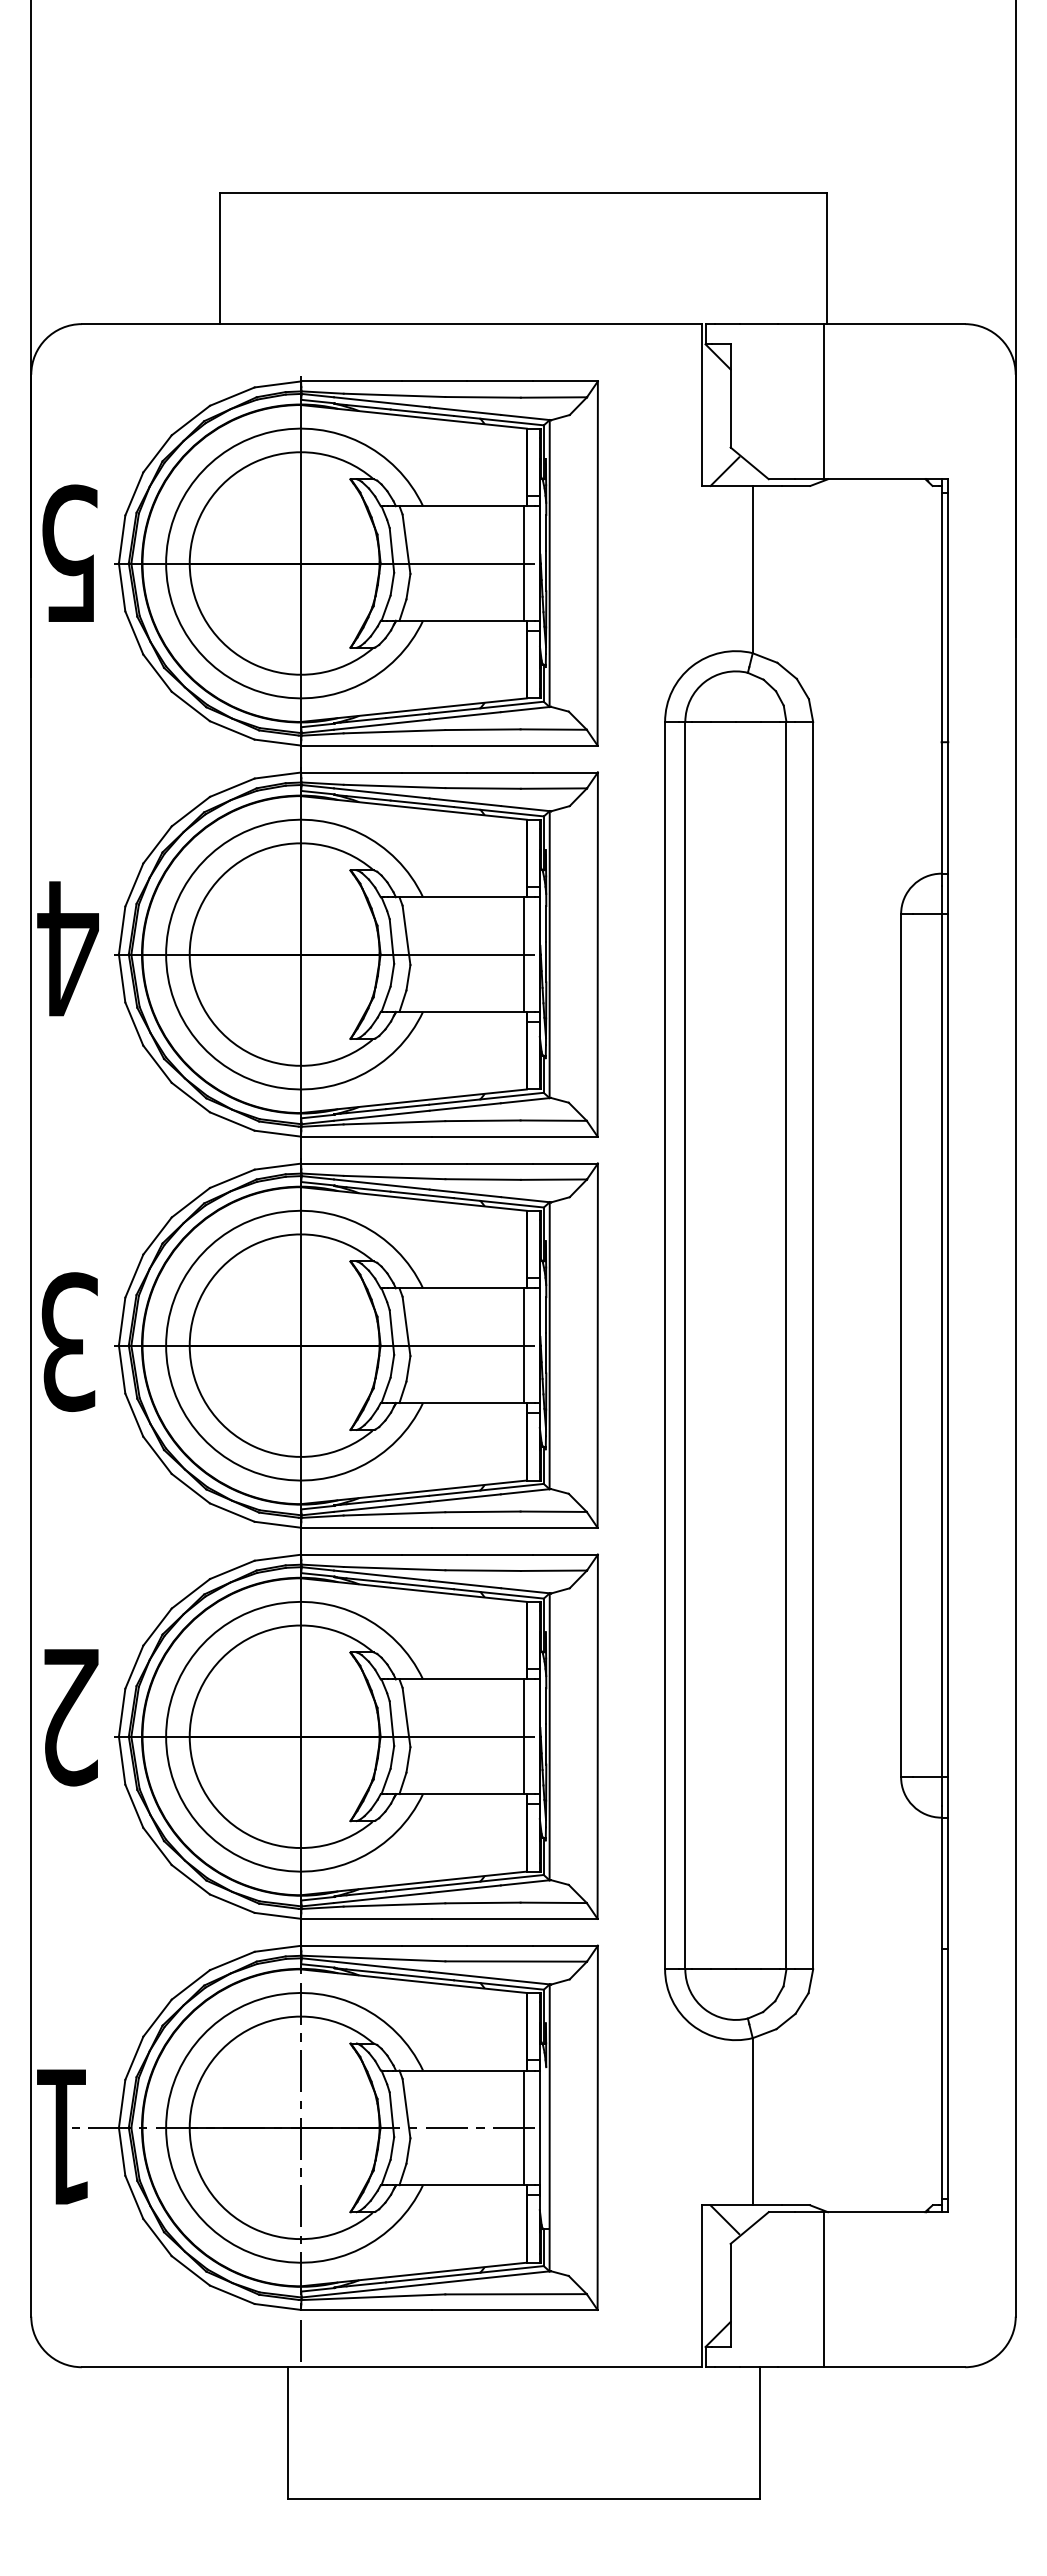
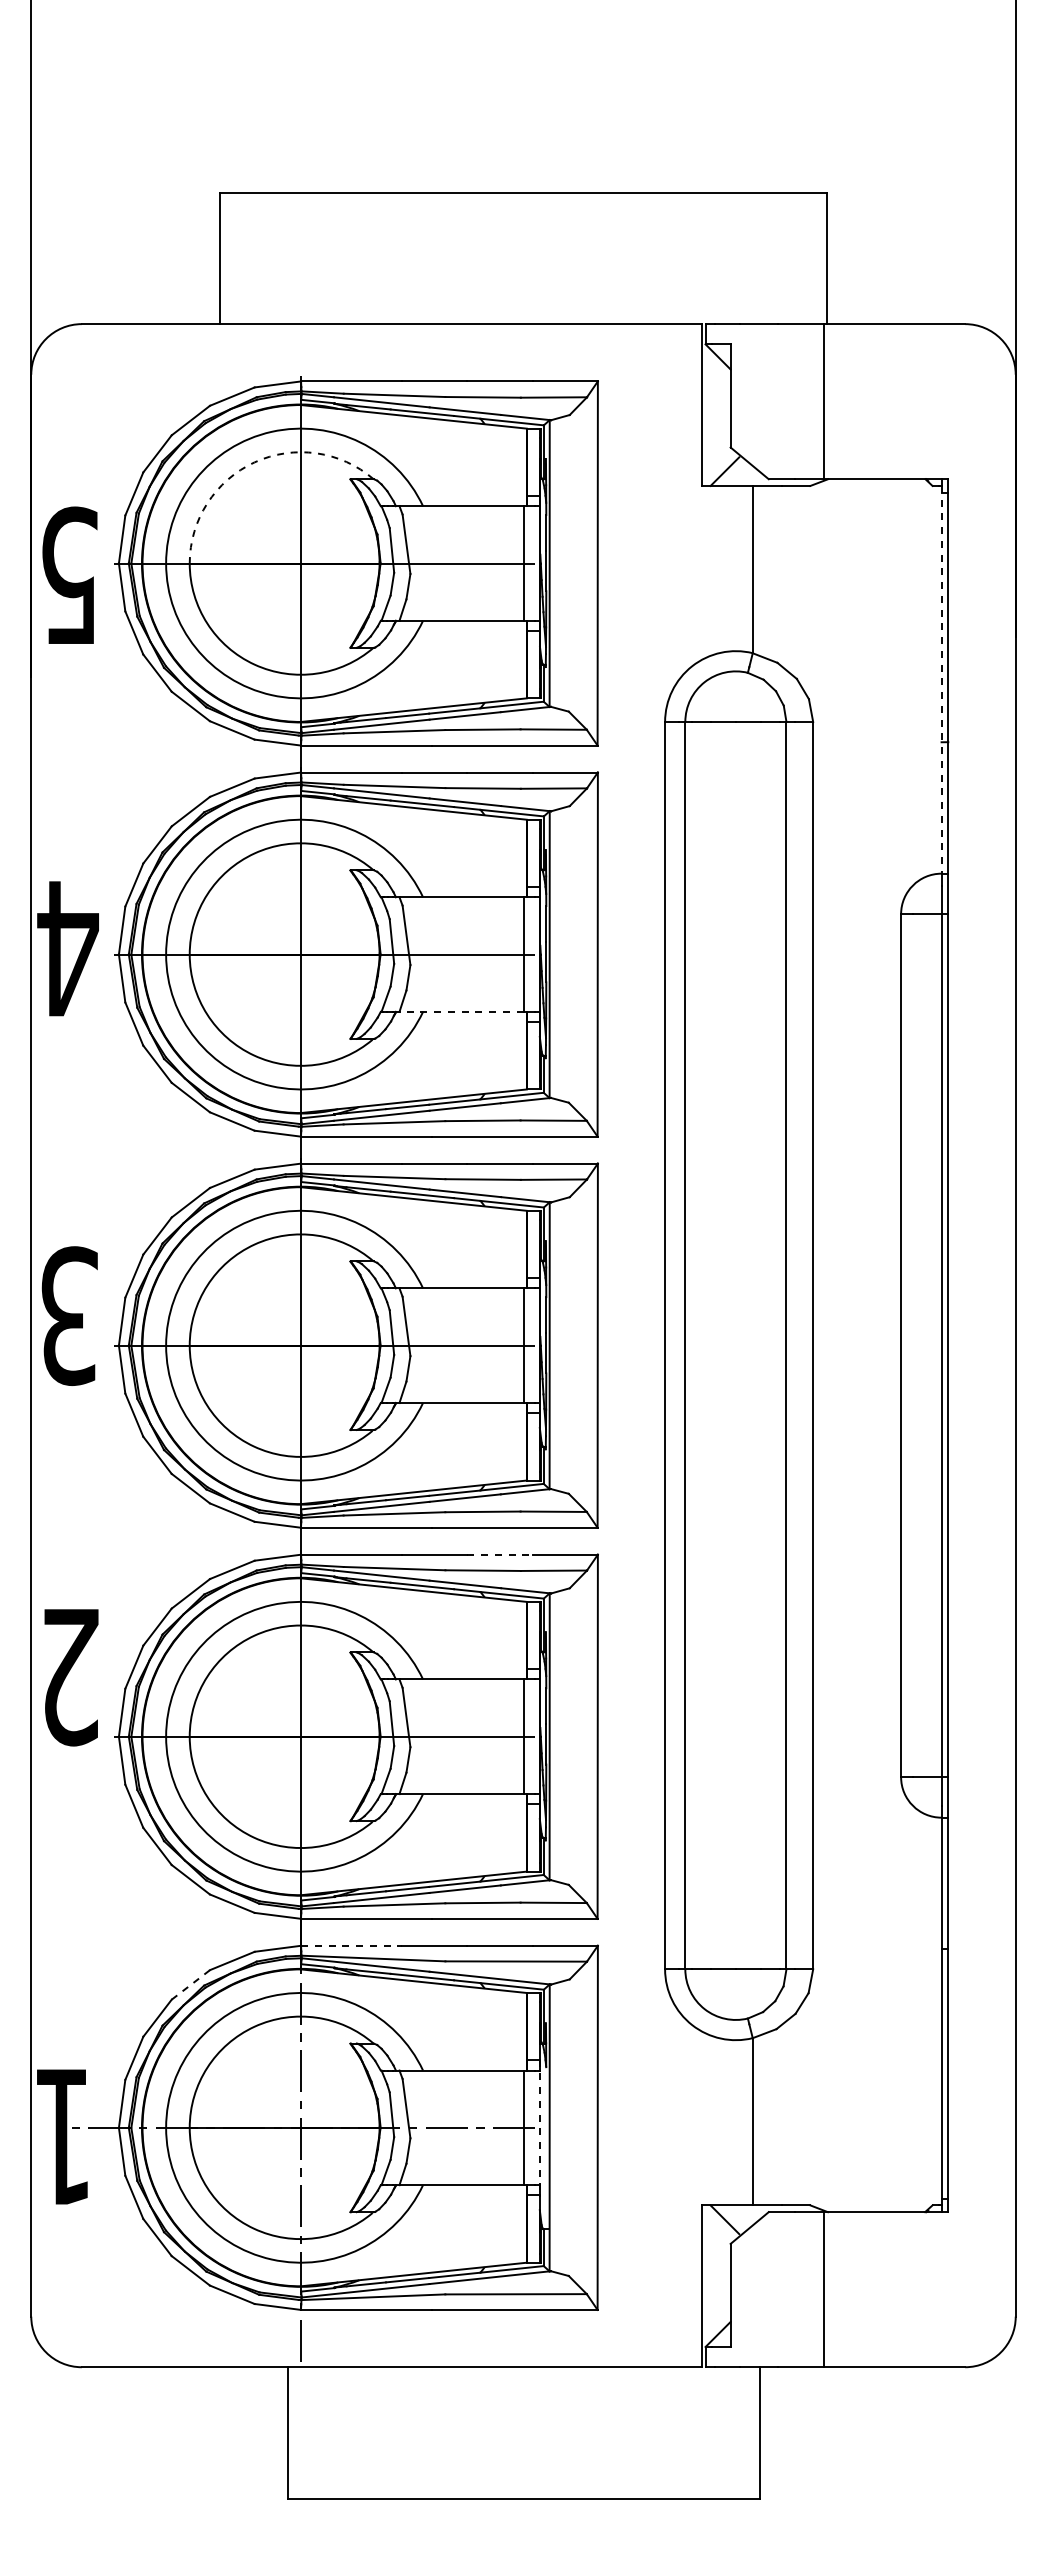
arc at (254, 462): solid -> dashed
text at (69, 552) position: (69, 552) -> (69, 574)
line at (941, 679): solid -> dashed
line at (461, 1011): solid -> dashed
text at (69, 1341) position: (69, 1341) -> (69, 1315)
line at (499, 1554): solid -> dashed
text at (71, 1717) position: (71, 1717) -> (71, 1677)
line at (352, 1945): solid -> dashed
line at (191, 1984): solid -> dashed
line at (540, 2128): solid -> dashed
